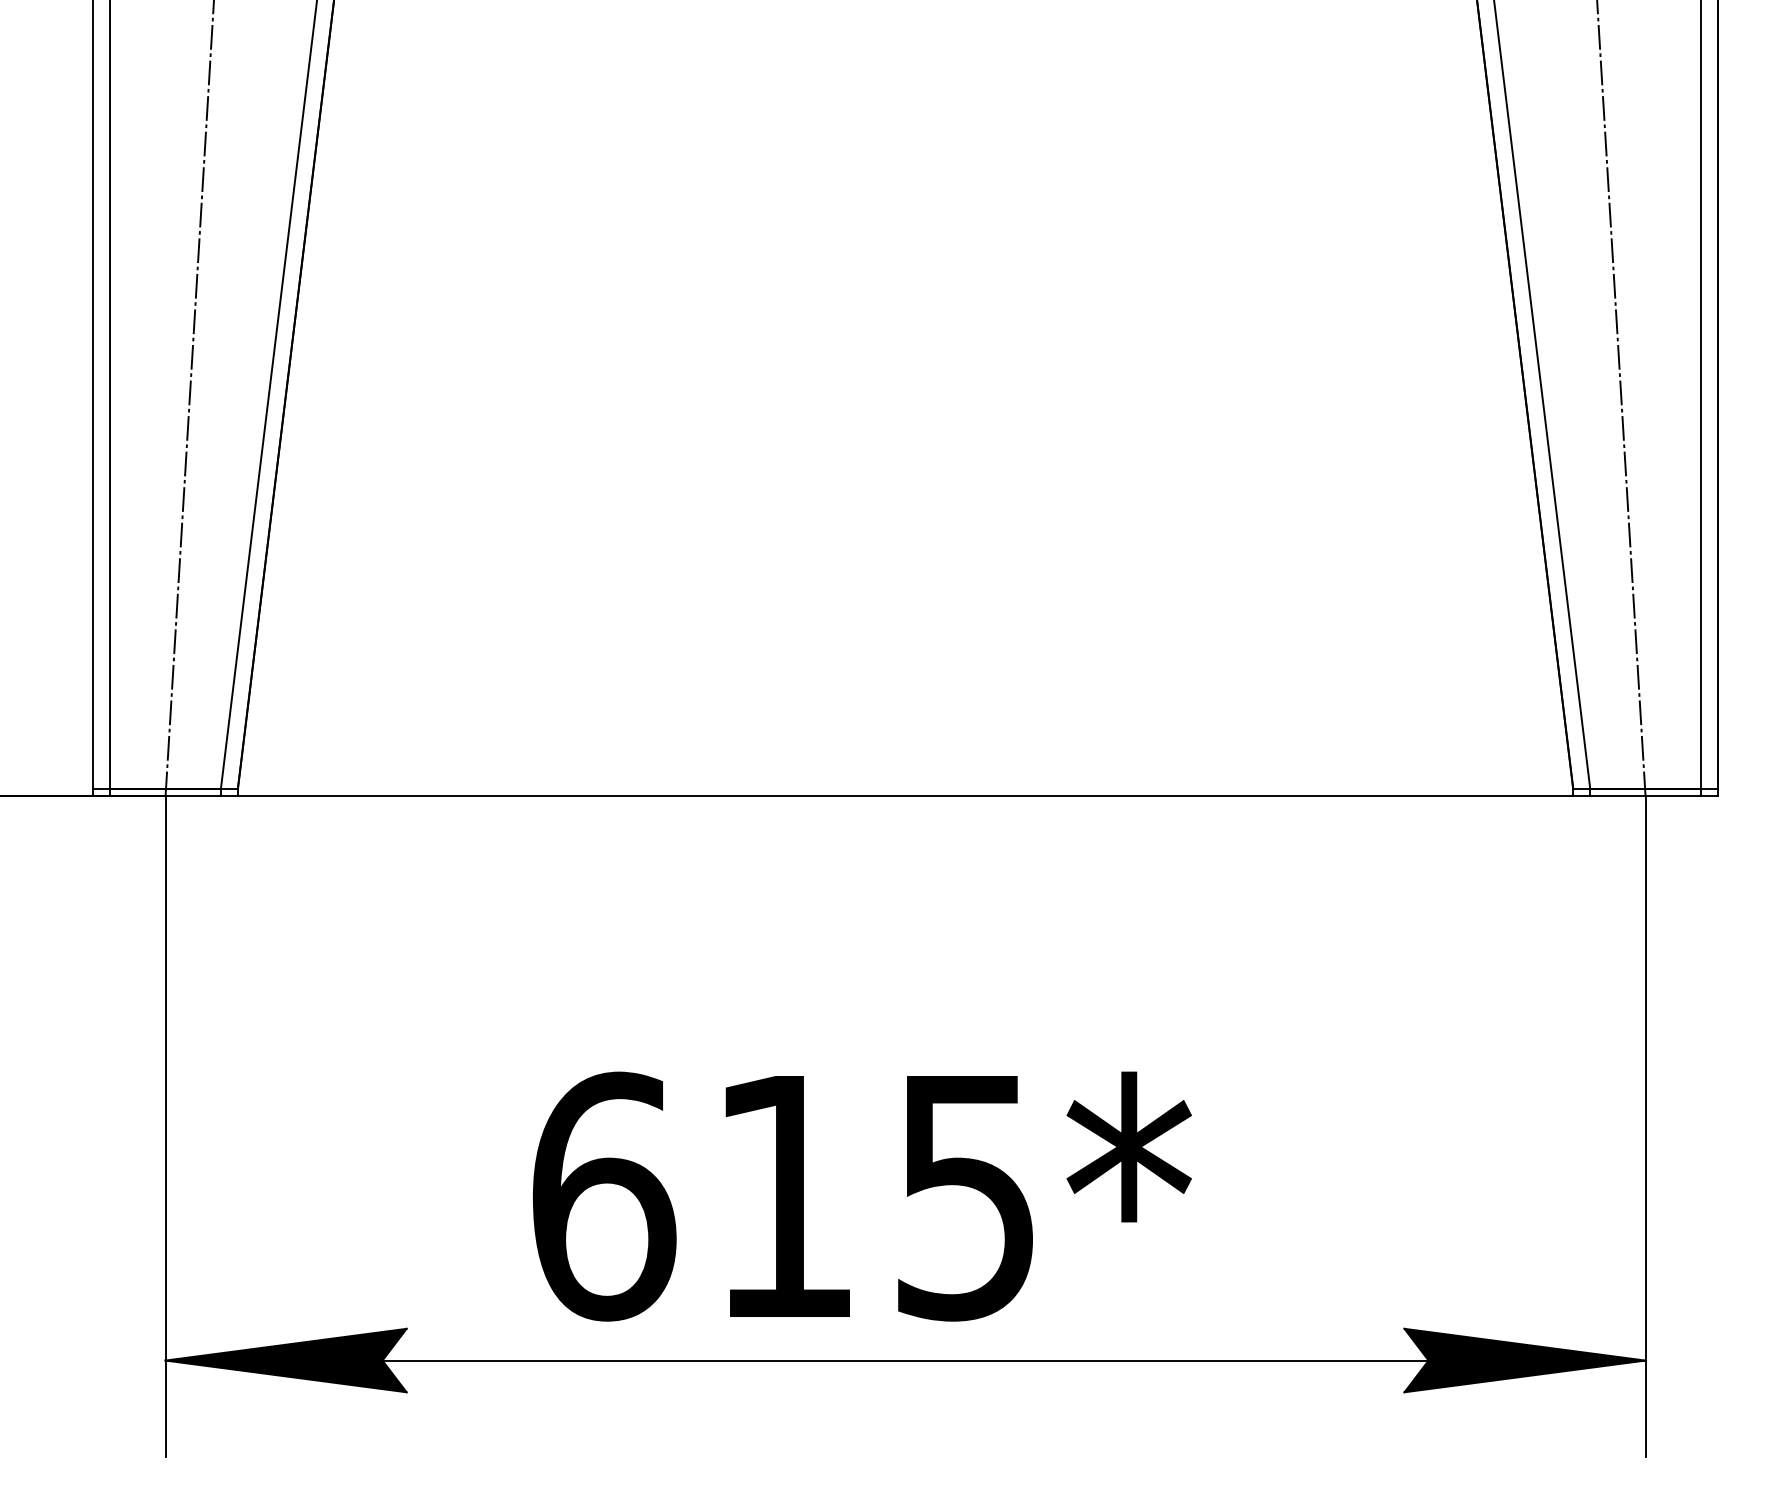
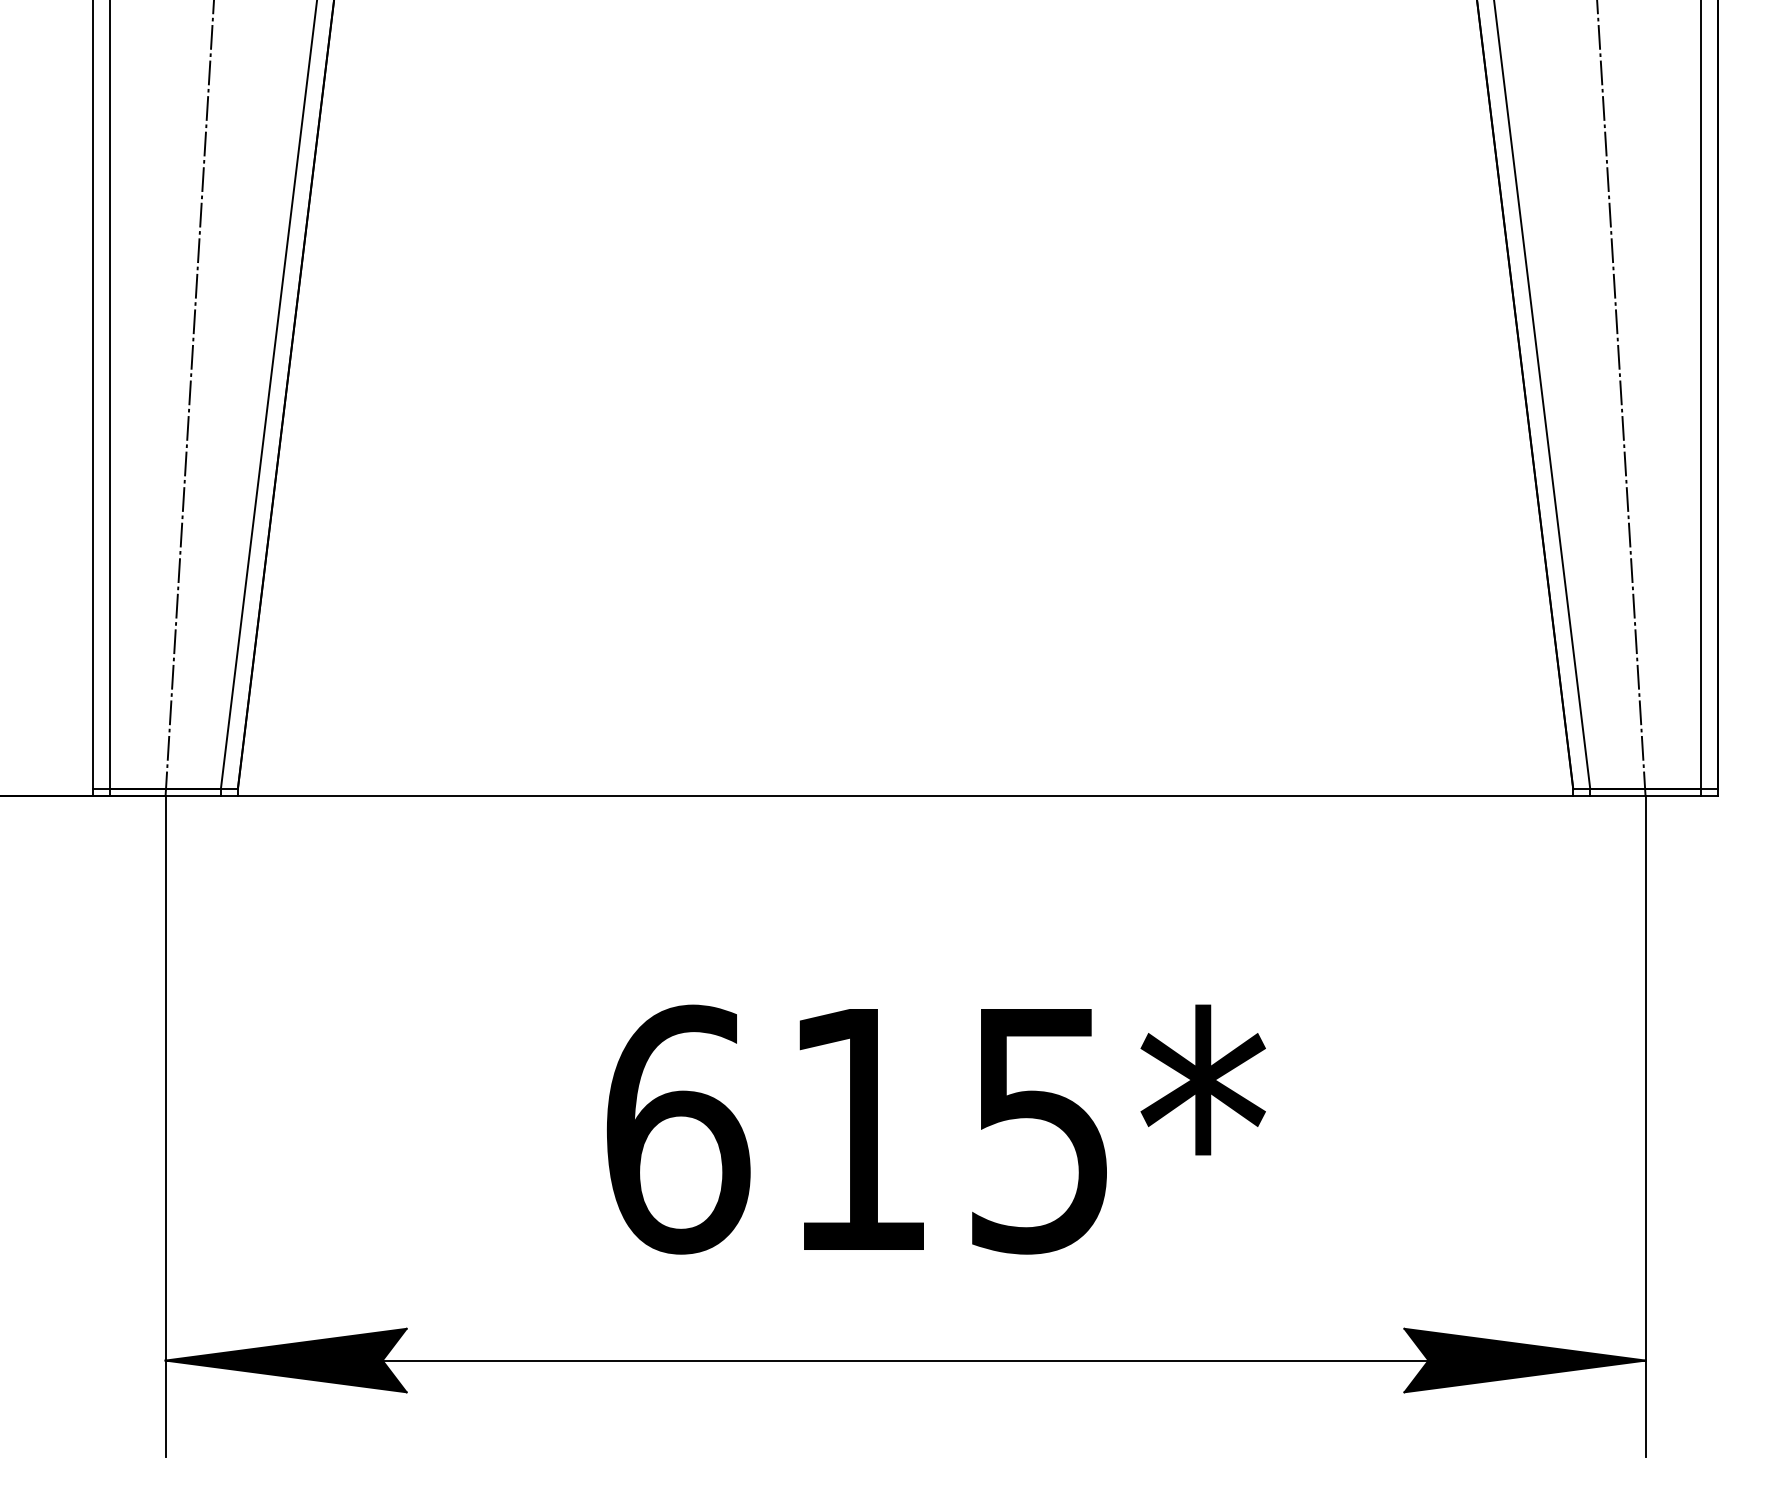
text at (862, 1196) position: (862, 1196) -> (936, 1129)
